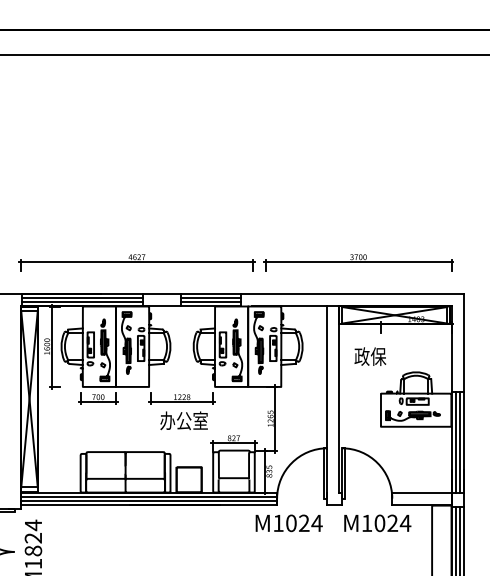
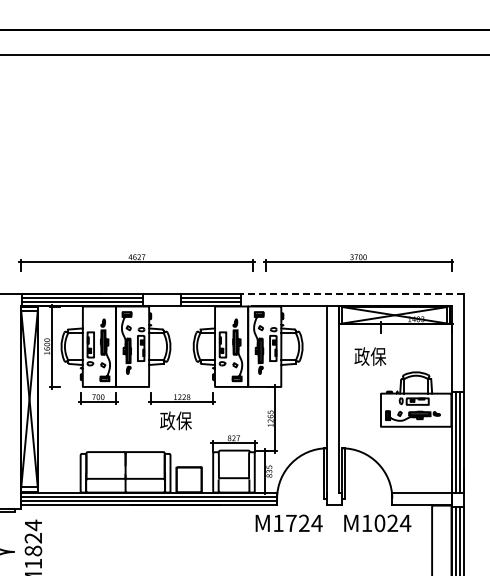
line at (351, 294): solid -> dashed
text at (183, 420): 办公室 -> 政保
text at (291, 523): M1024 -> M1724
